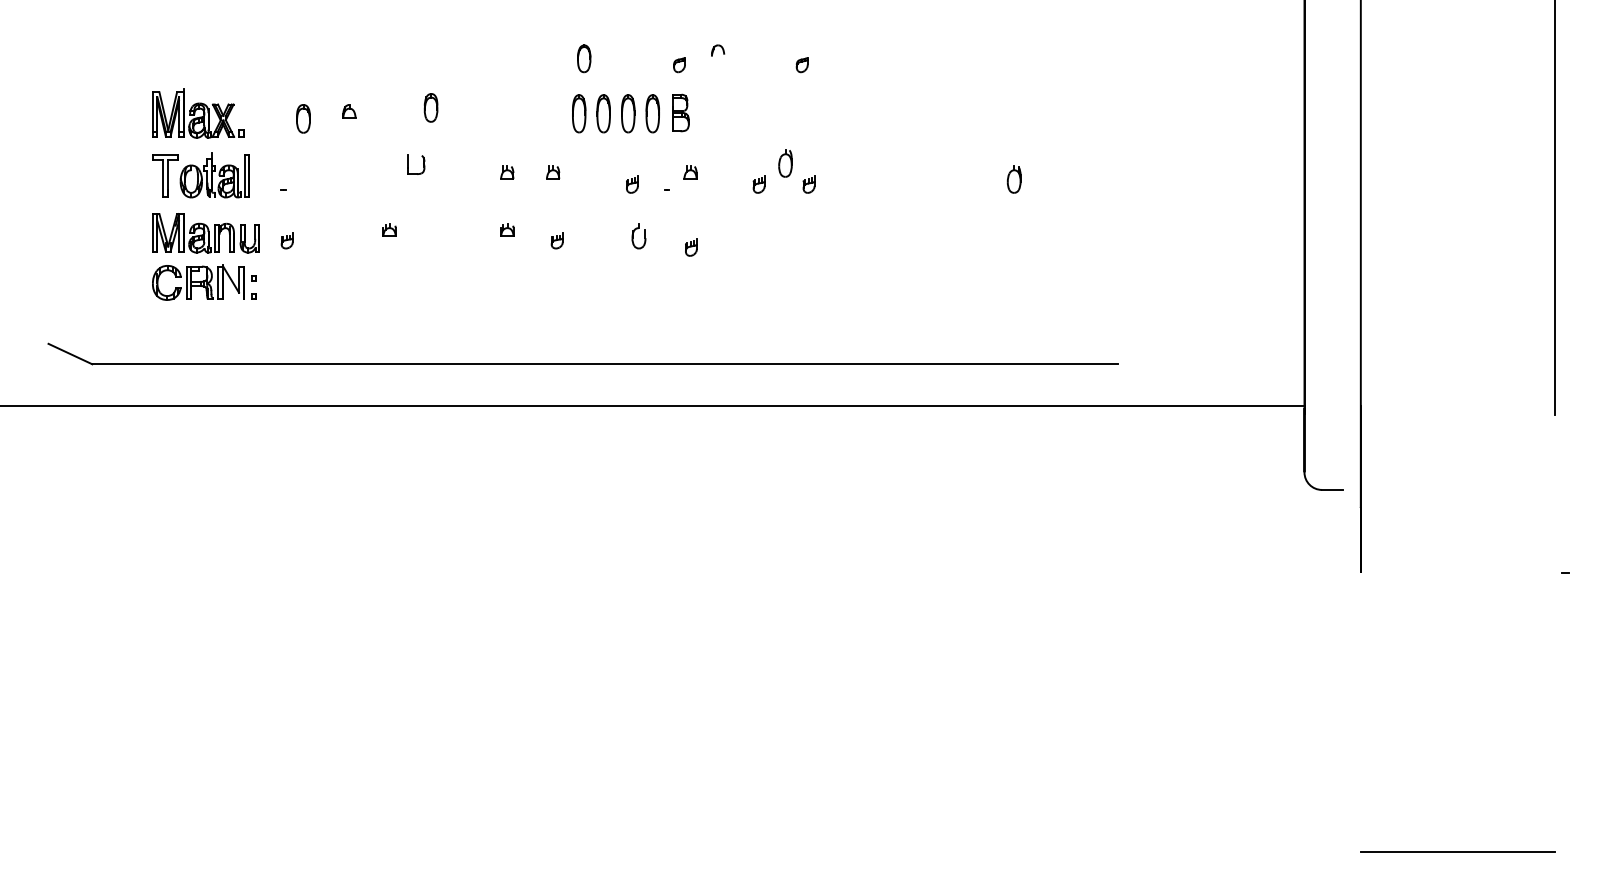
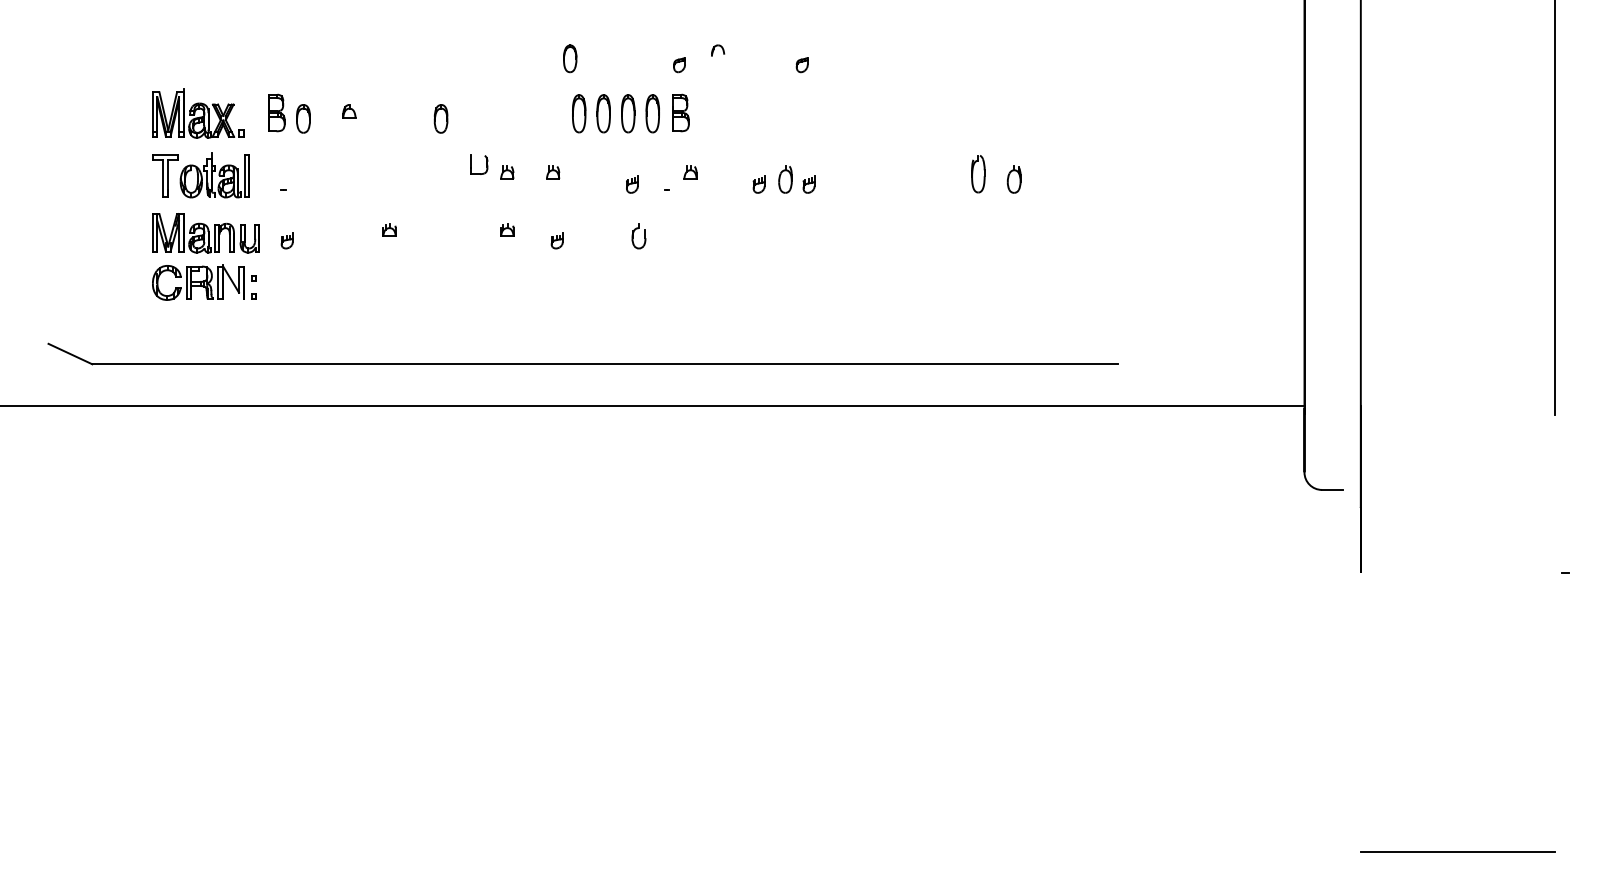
part at (584, 58) position: (584, 58) -> (570, 58)
part at (430, 107) position: (430, 107) -> (440, 118)
part at (276, 112): none -> present
part at (785, 163) position: (785, 163) -> (785, 179)
part at (423, 164) position: (423, 164) -> (486, 164)
part at (978, 174): none -> present
part at (691, 247): present -> none
